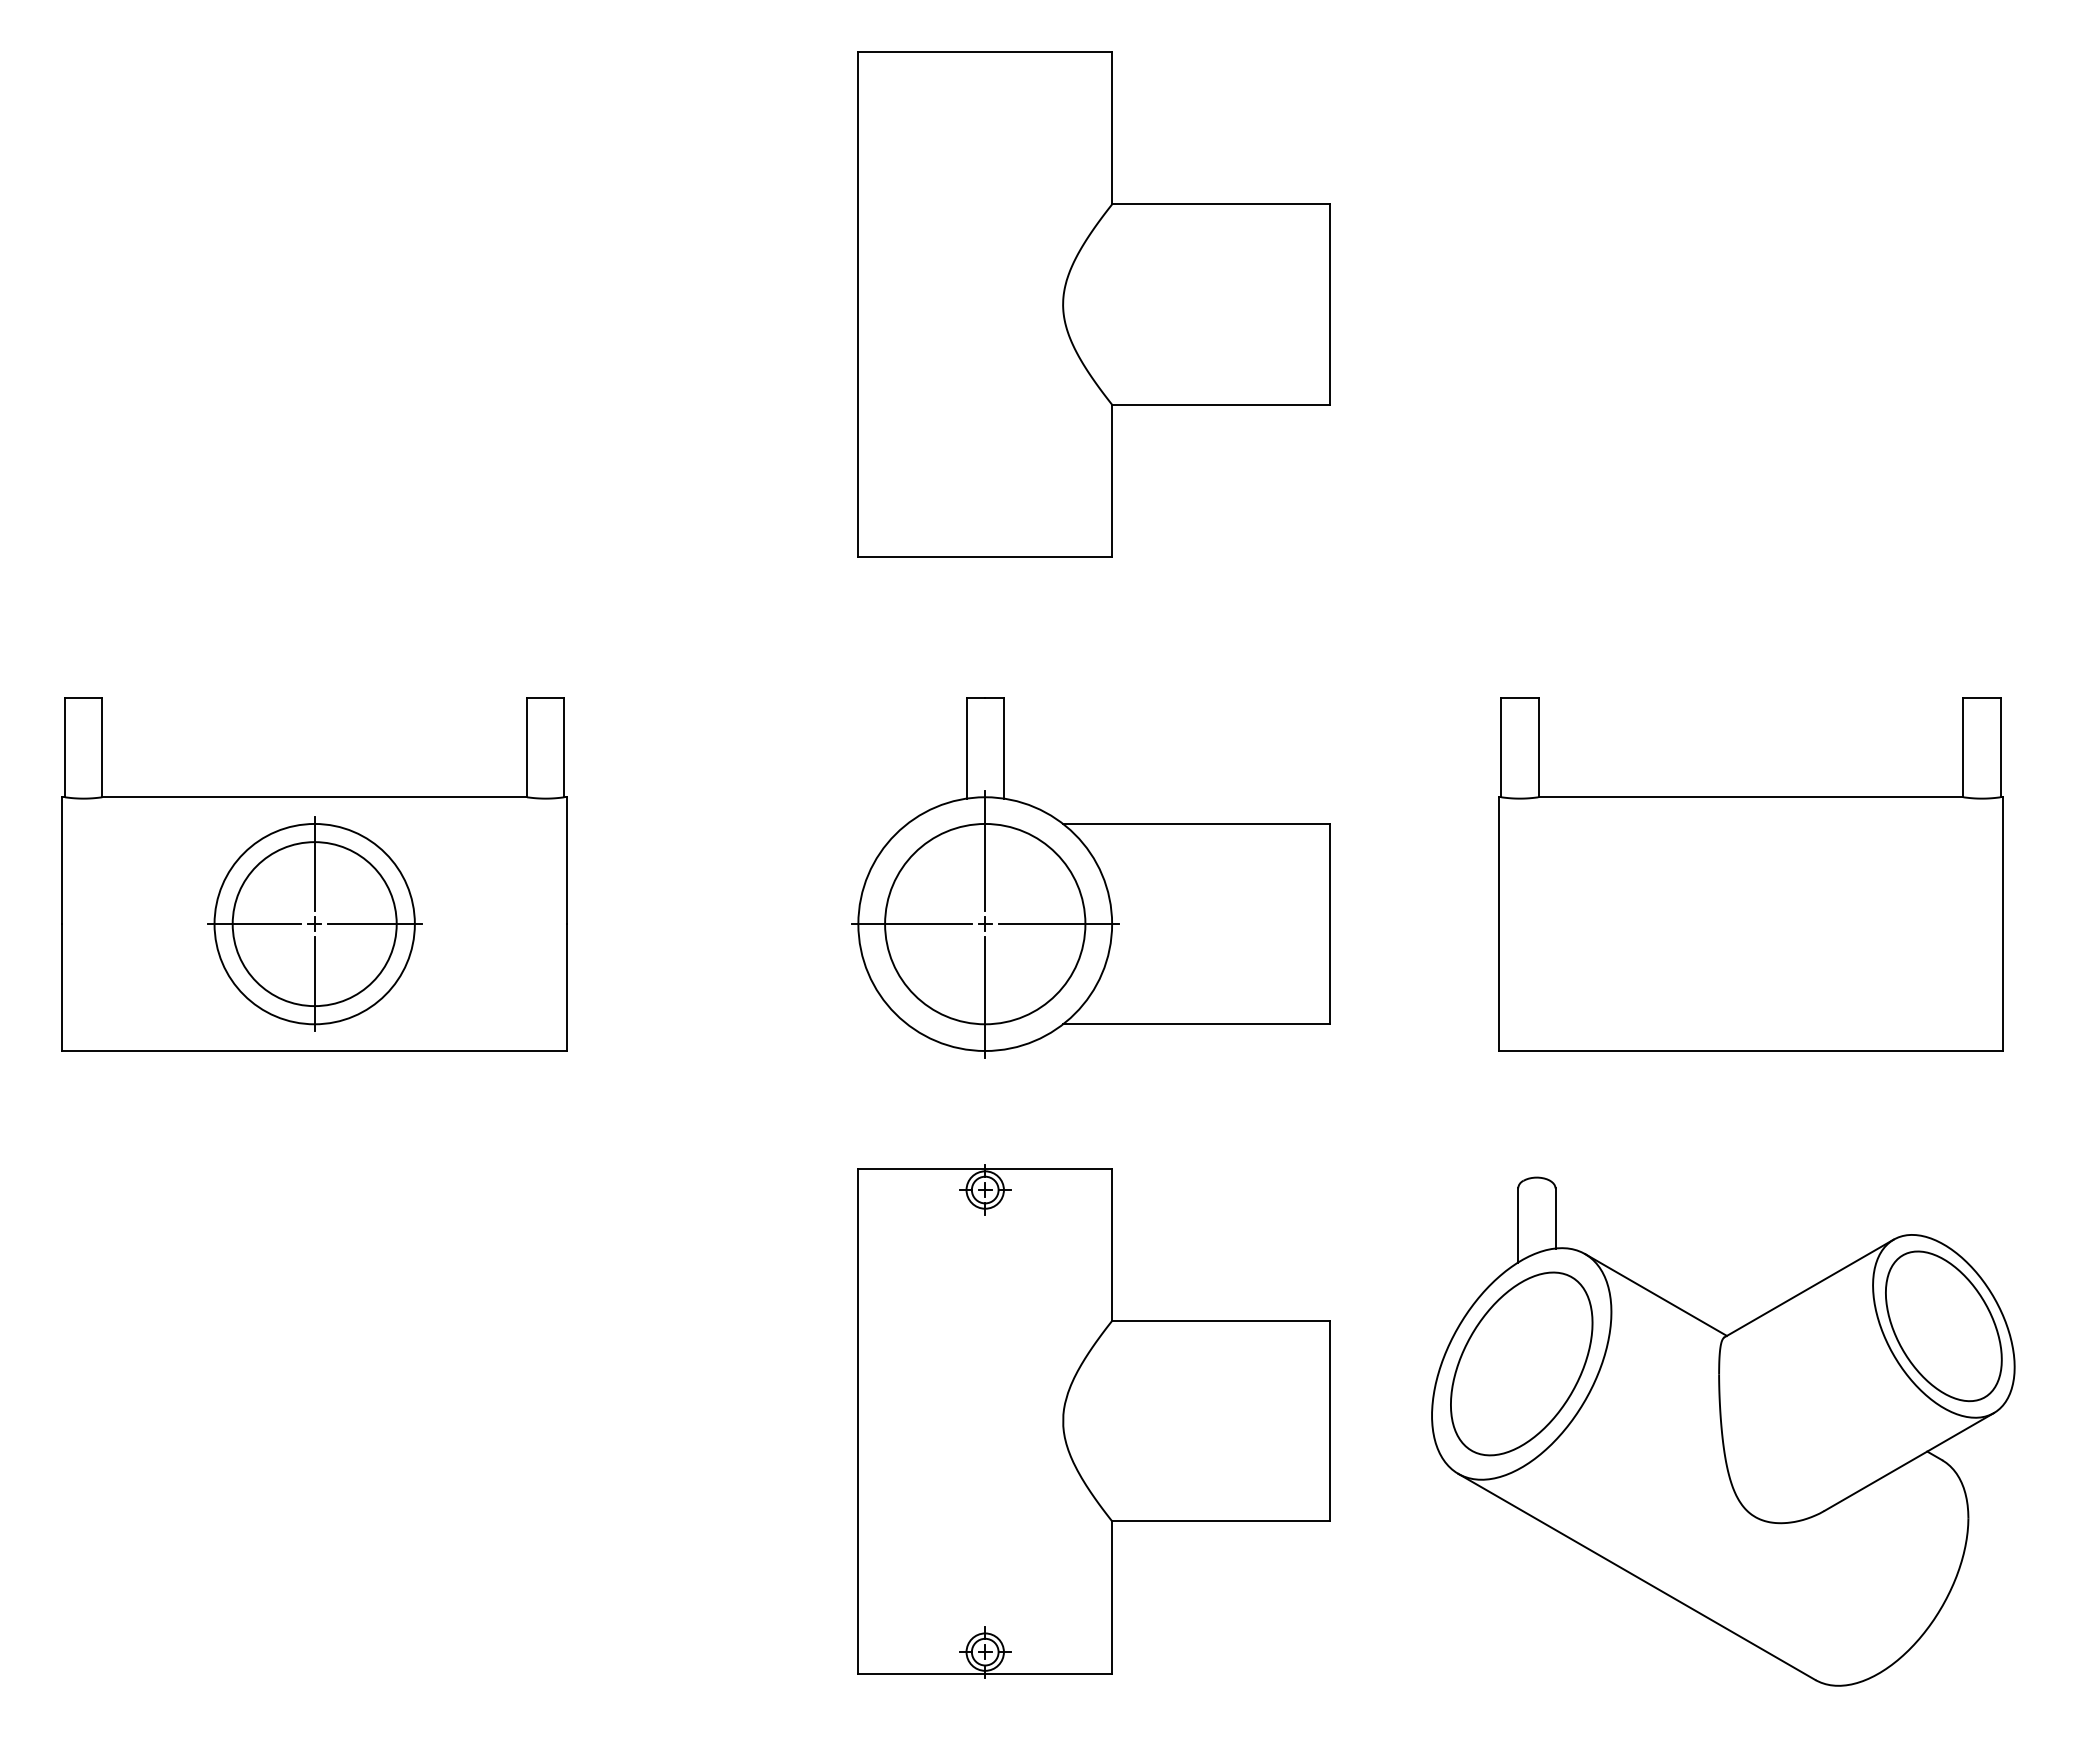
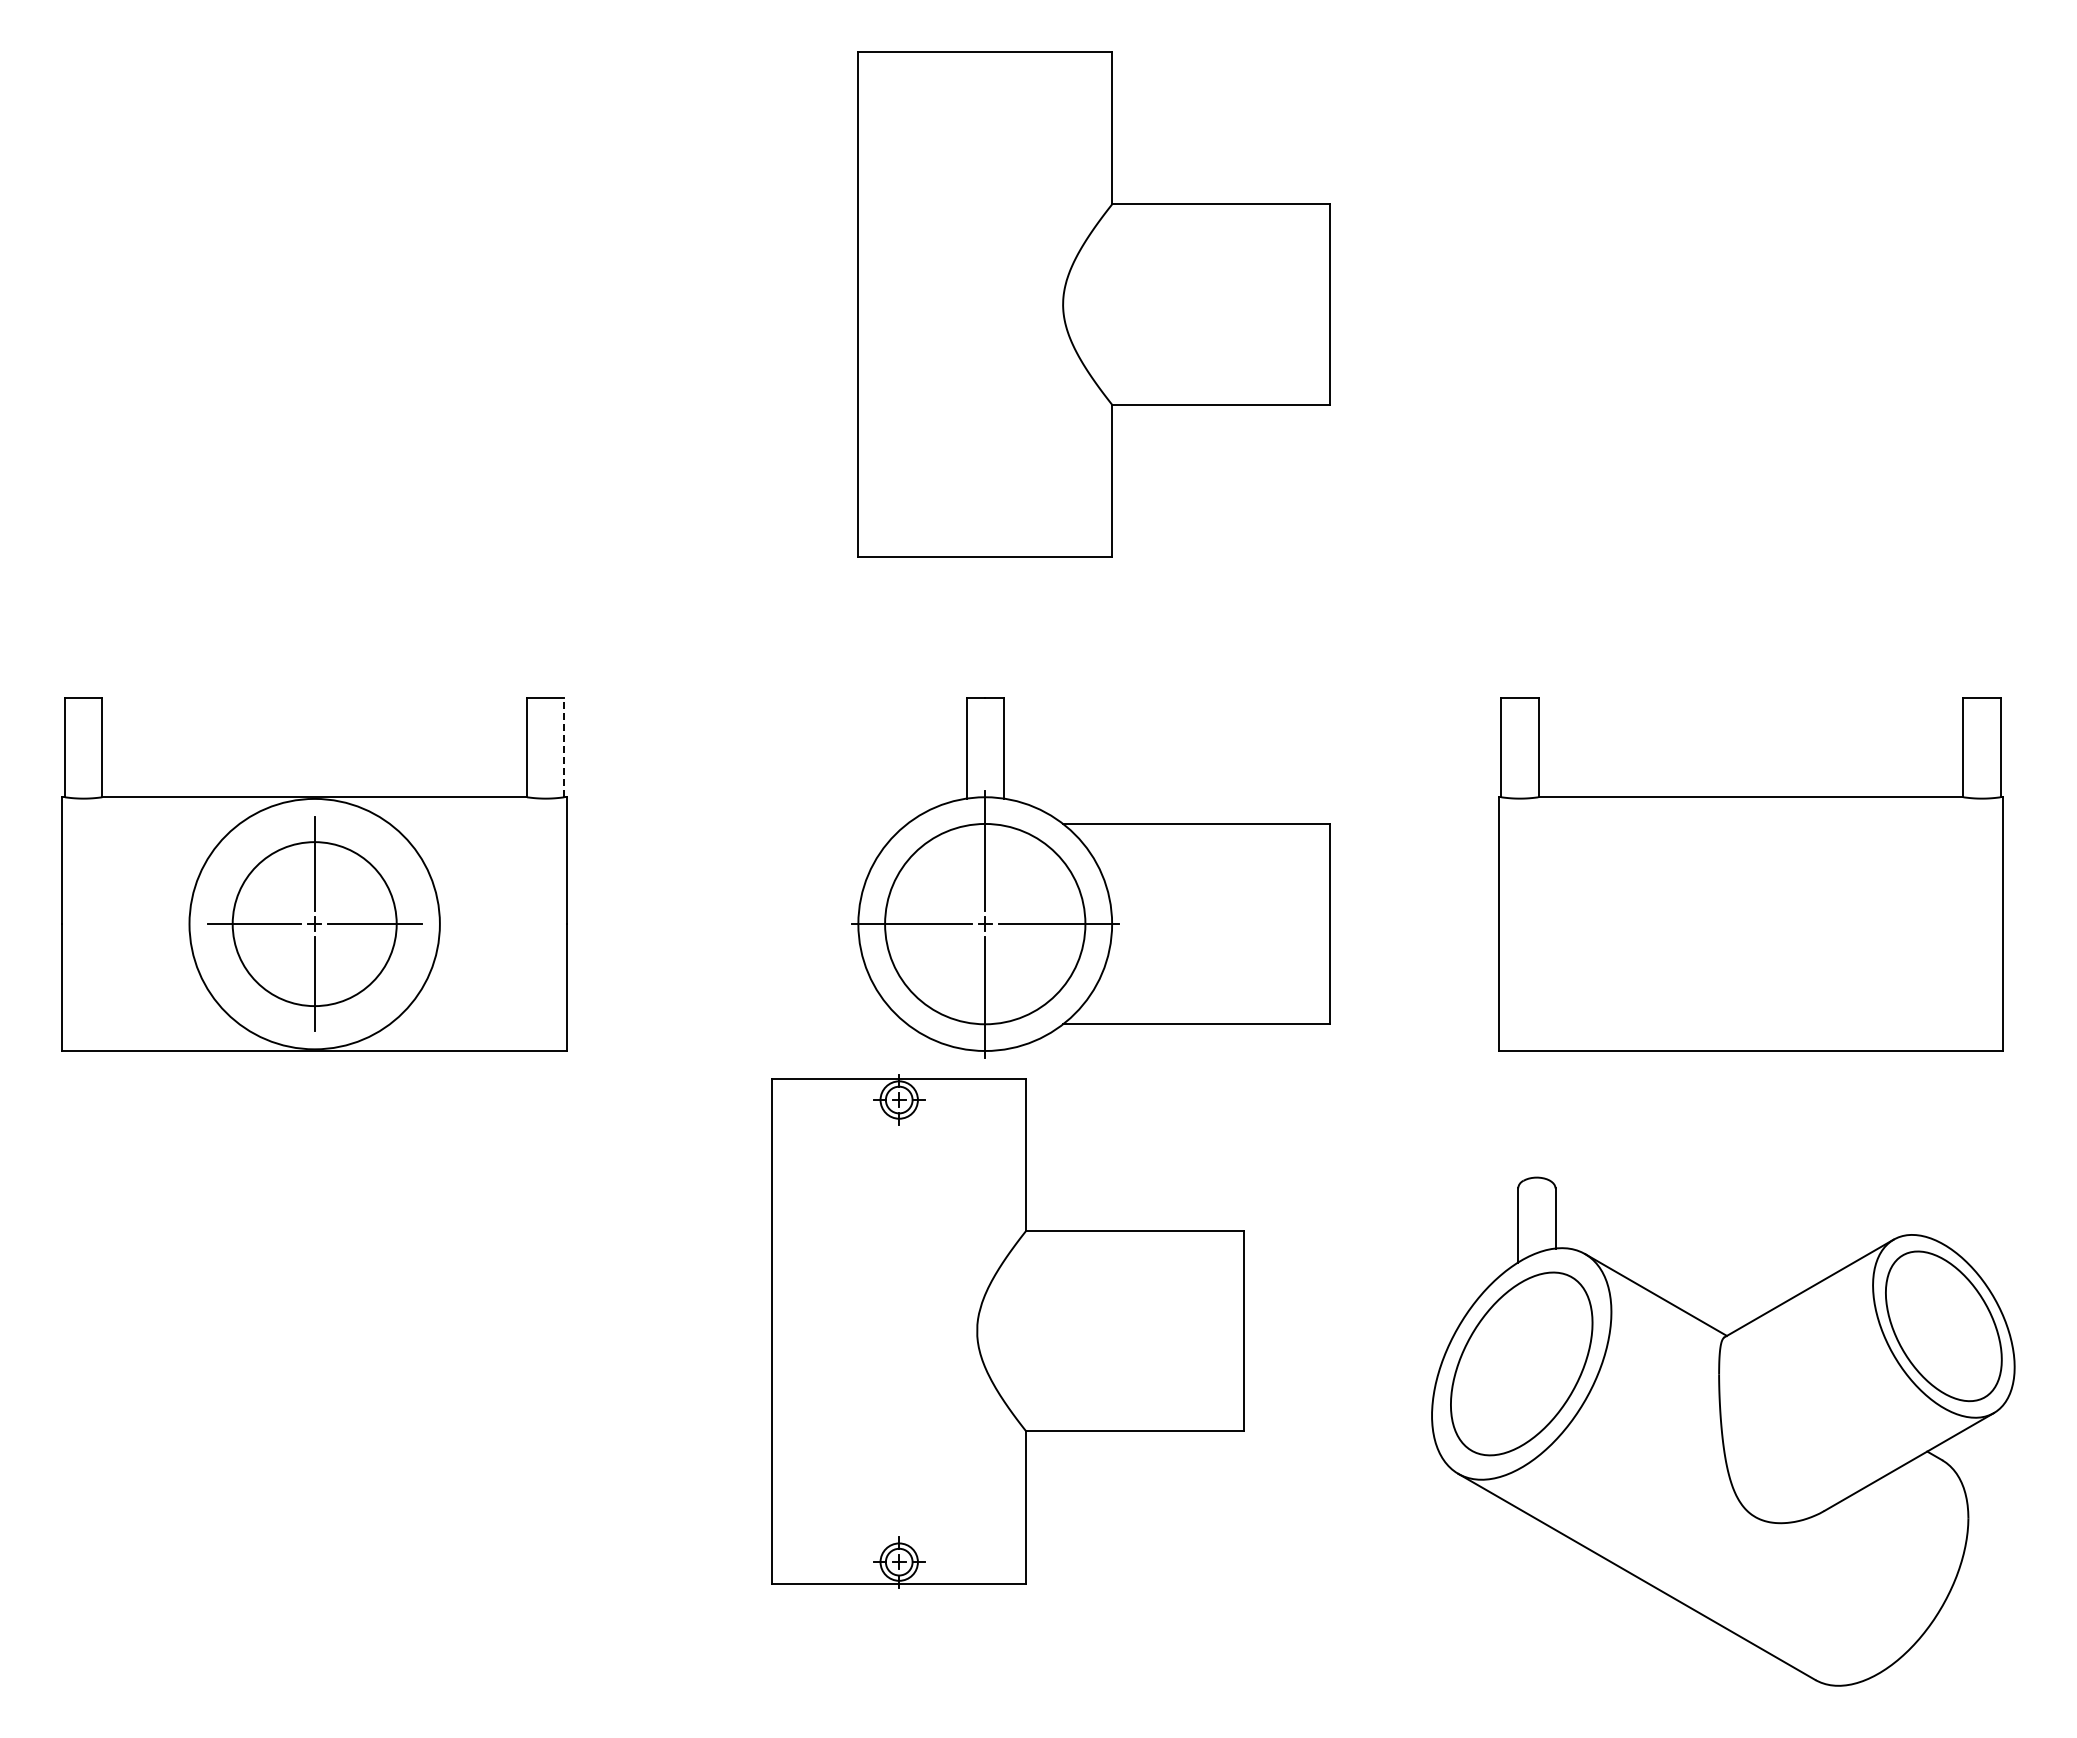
line at (564, 747): solid -> dashed
circle at (314, 923) diameter: 200 px -> 250 px
part at (1093, 1421) position: (1093, 1421) -> (1007, 1331)
